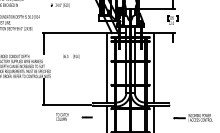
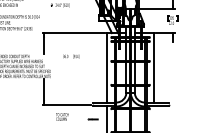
line at (86, 117) position: (86, 117) -> (92, 119)
line at (154, 117): present -> none
part at (192, 117): present -> none
